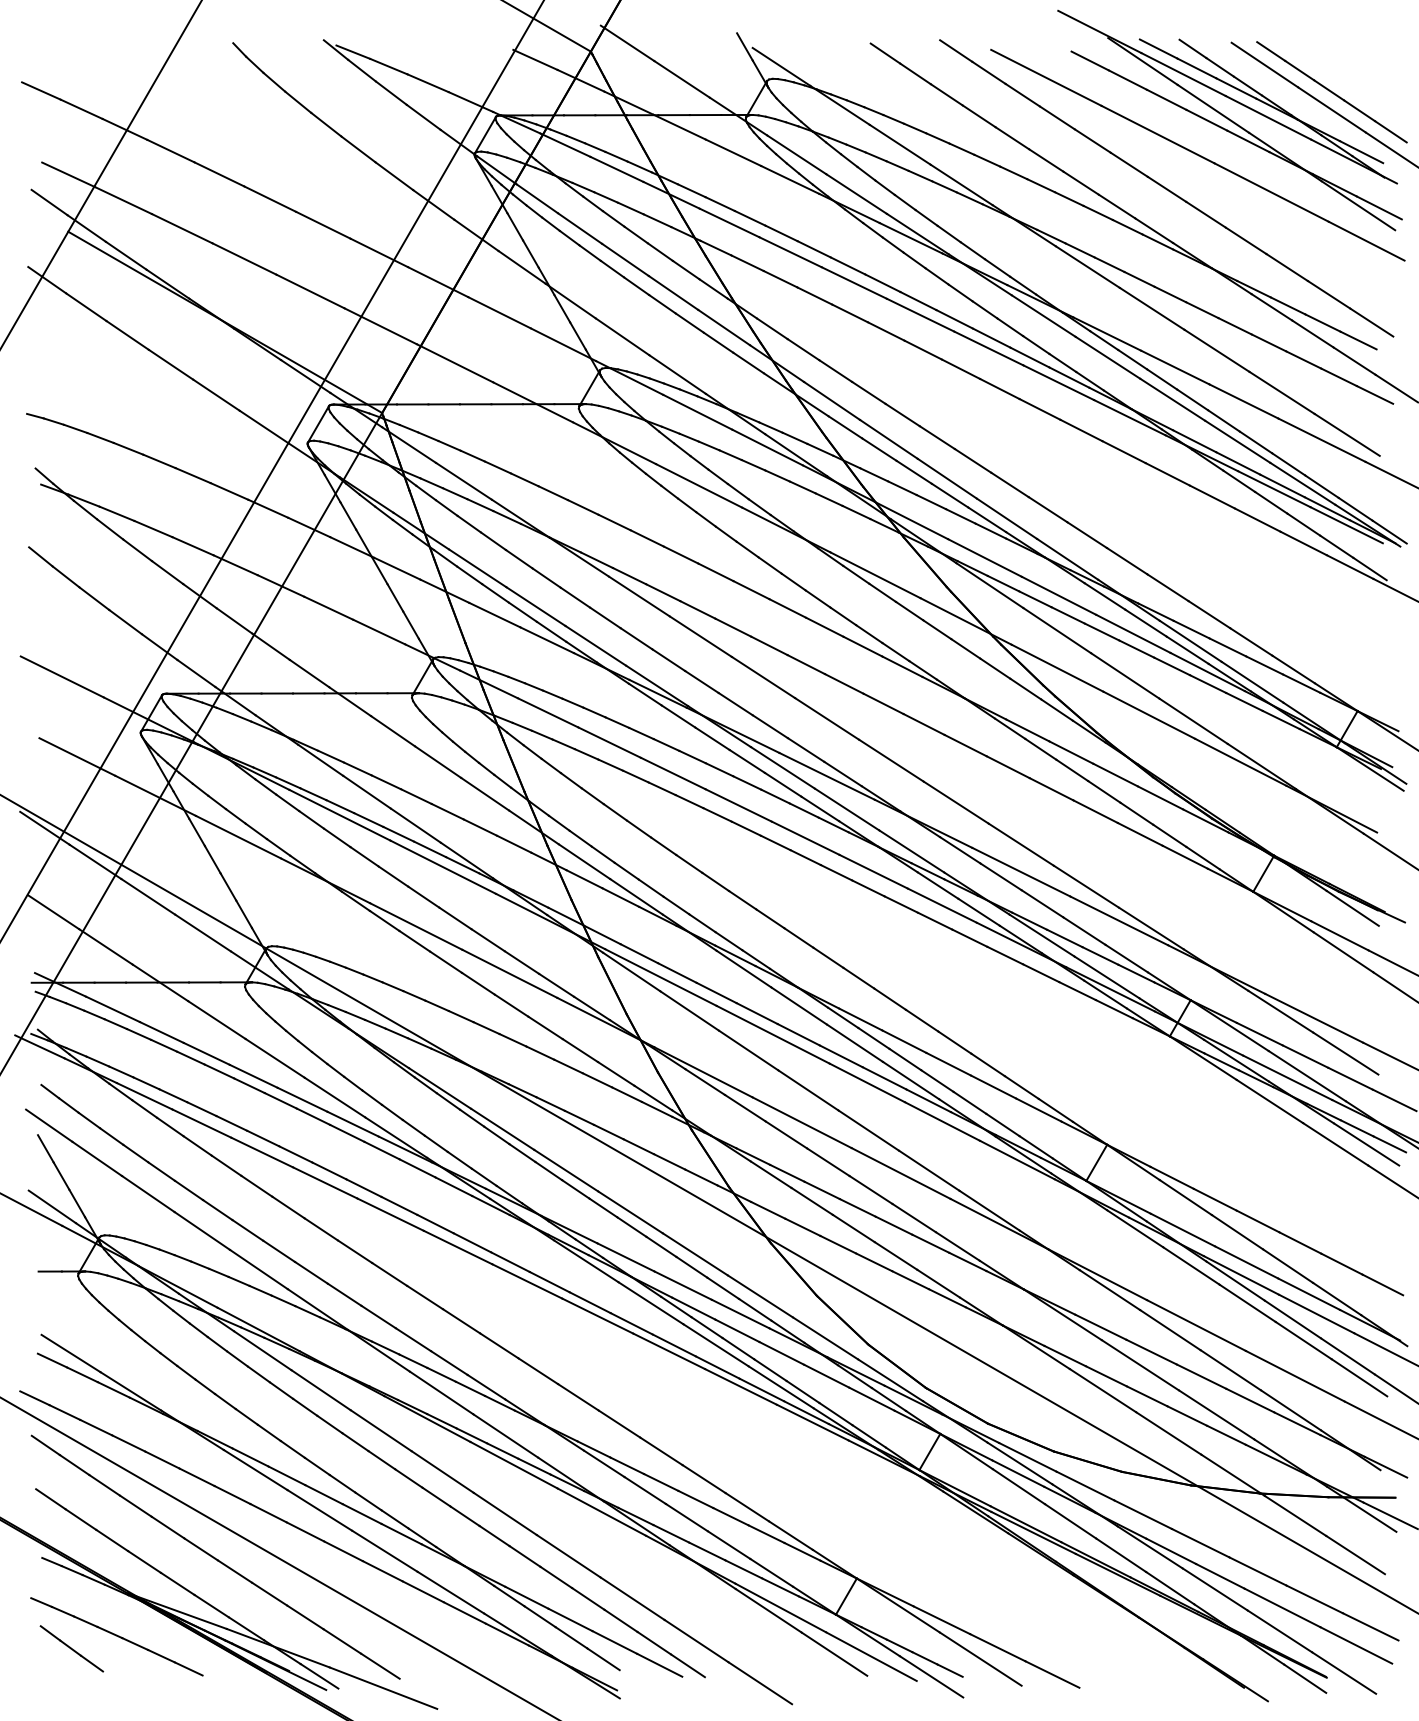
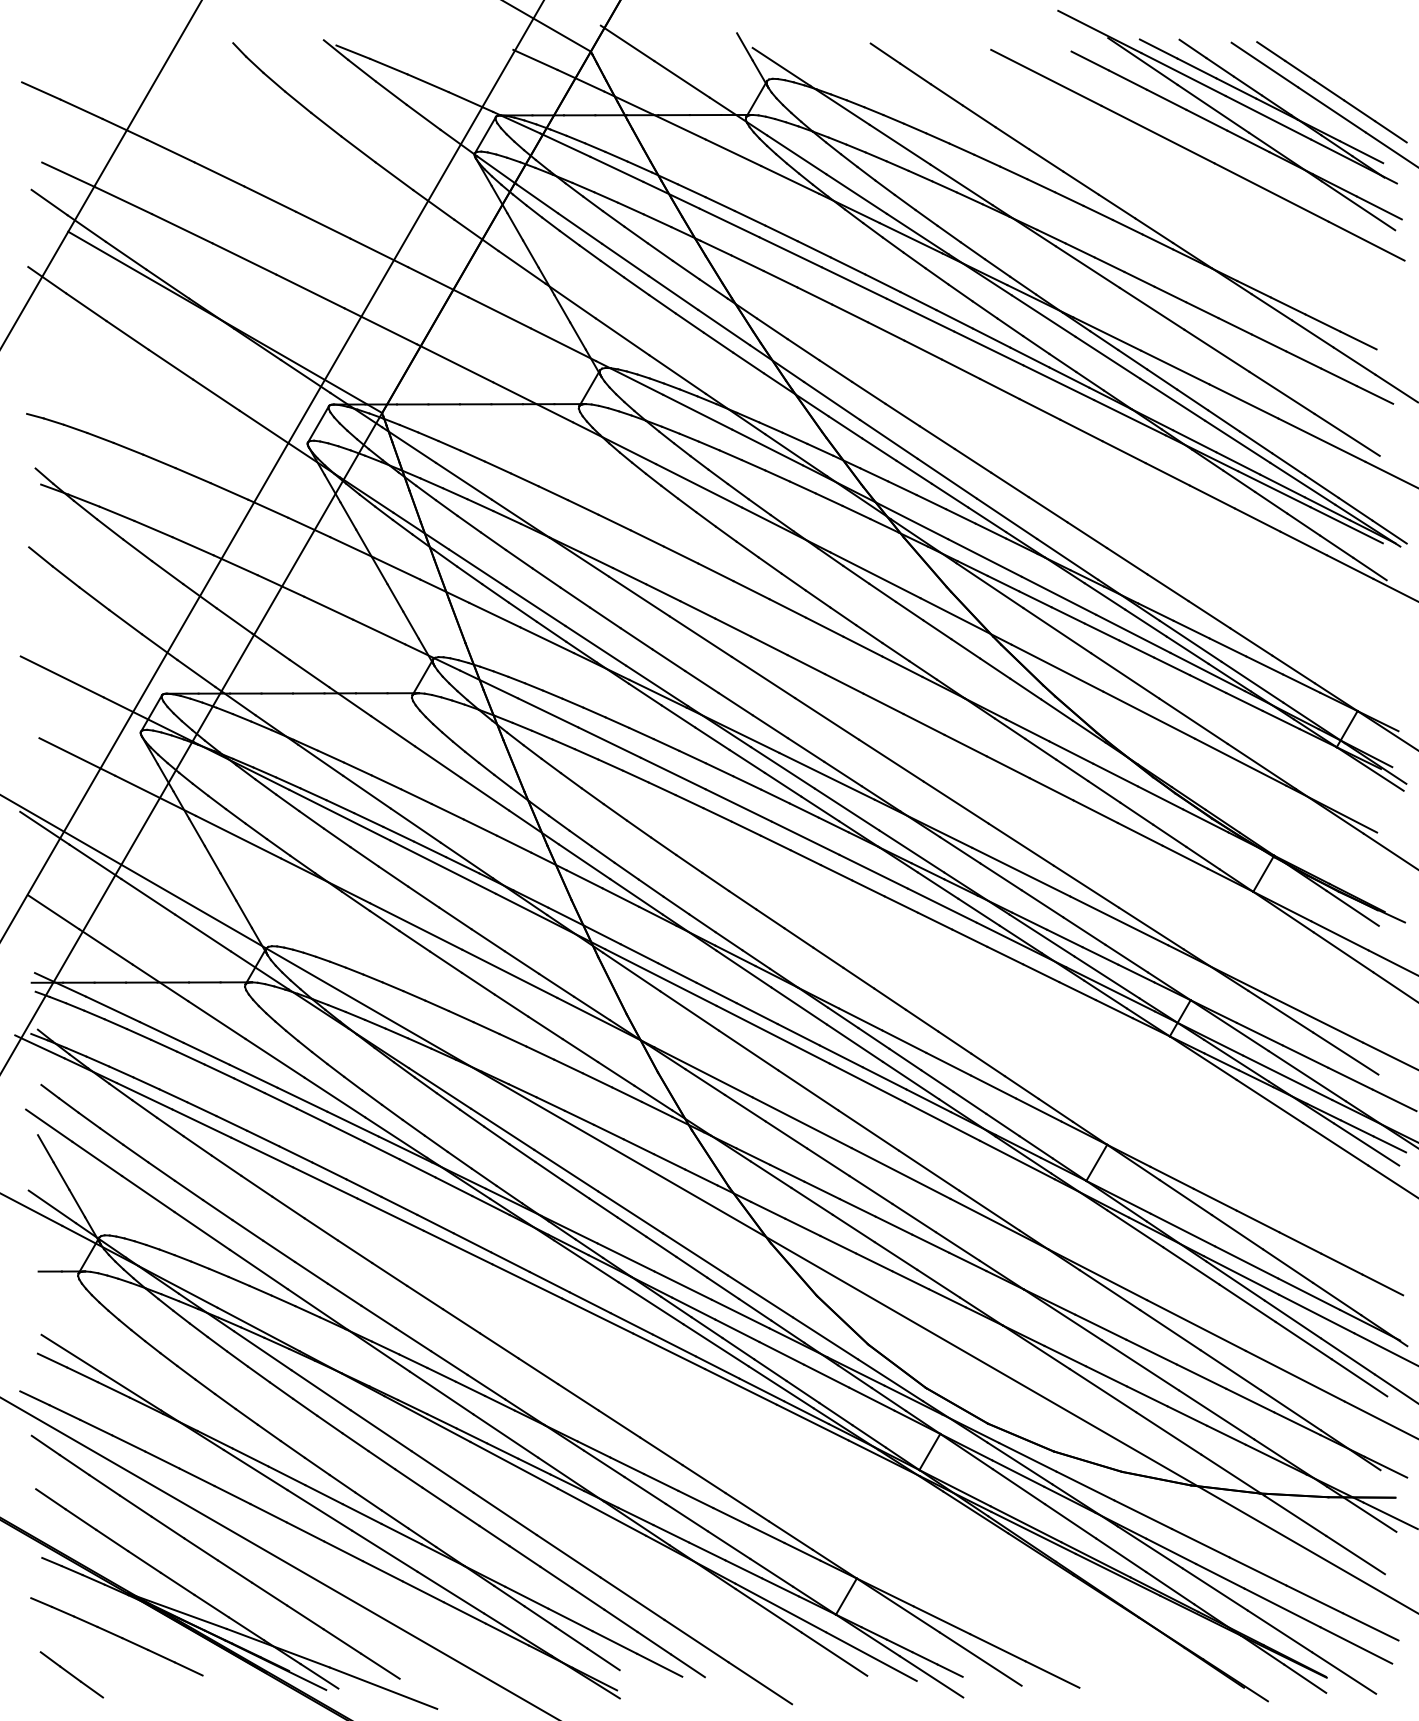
part at (1166, 188): present -> none
line at (71, 1648) position: (71, 1648) -> (71, 1674)
